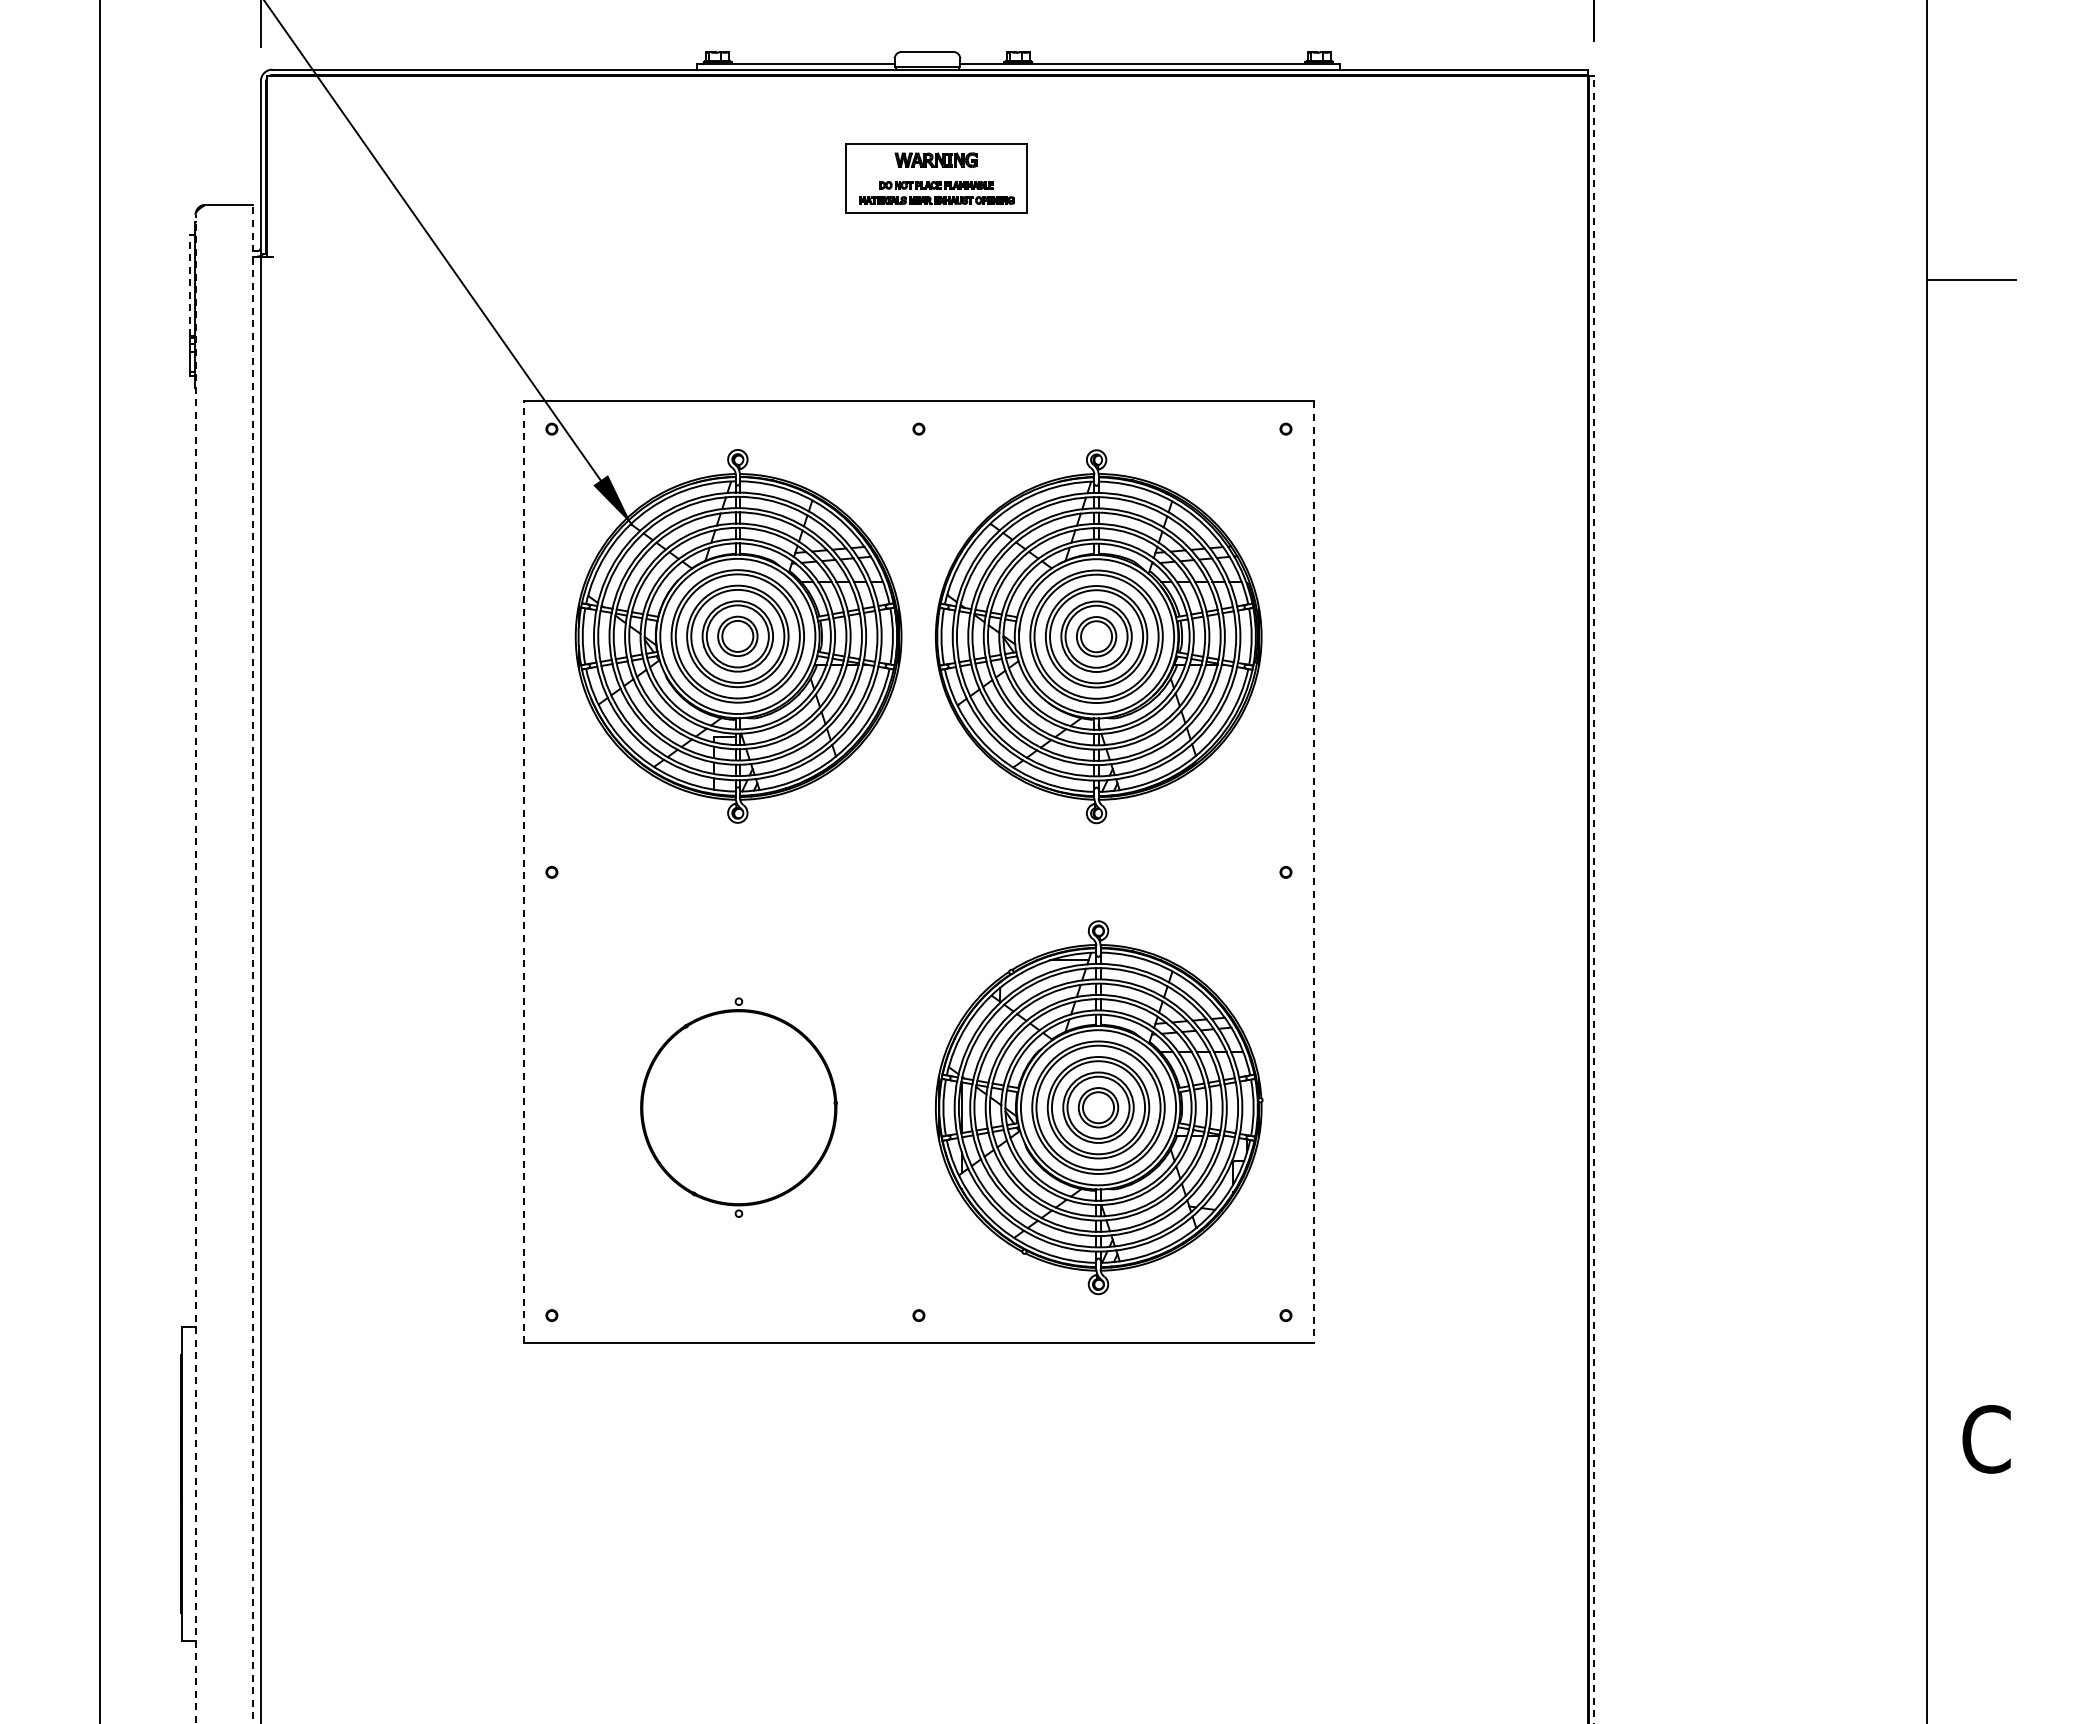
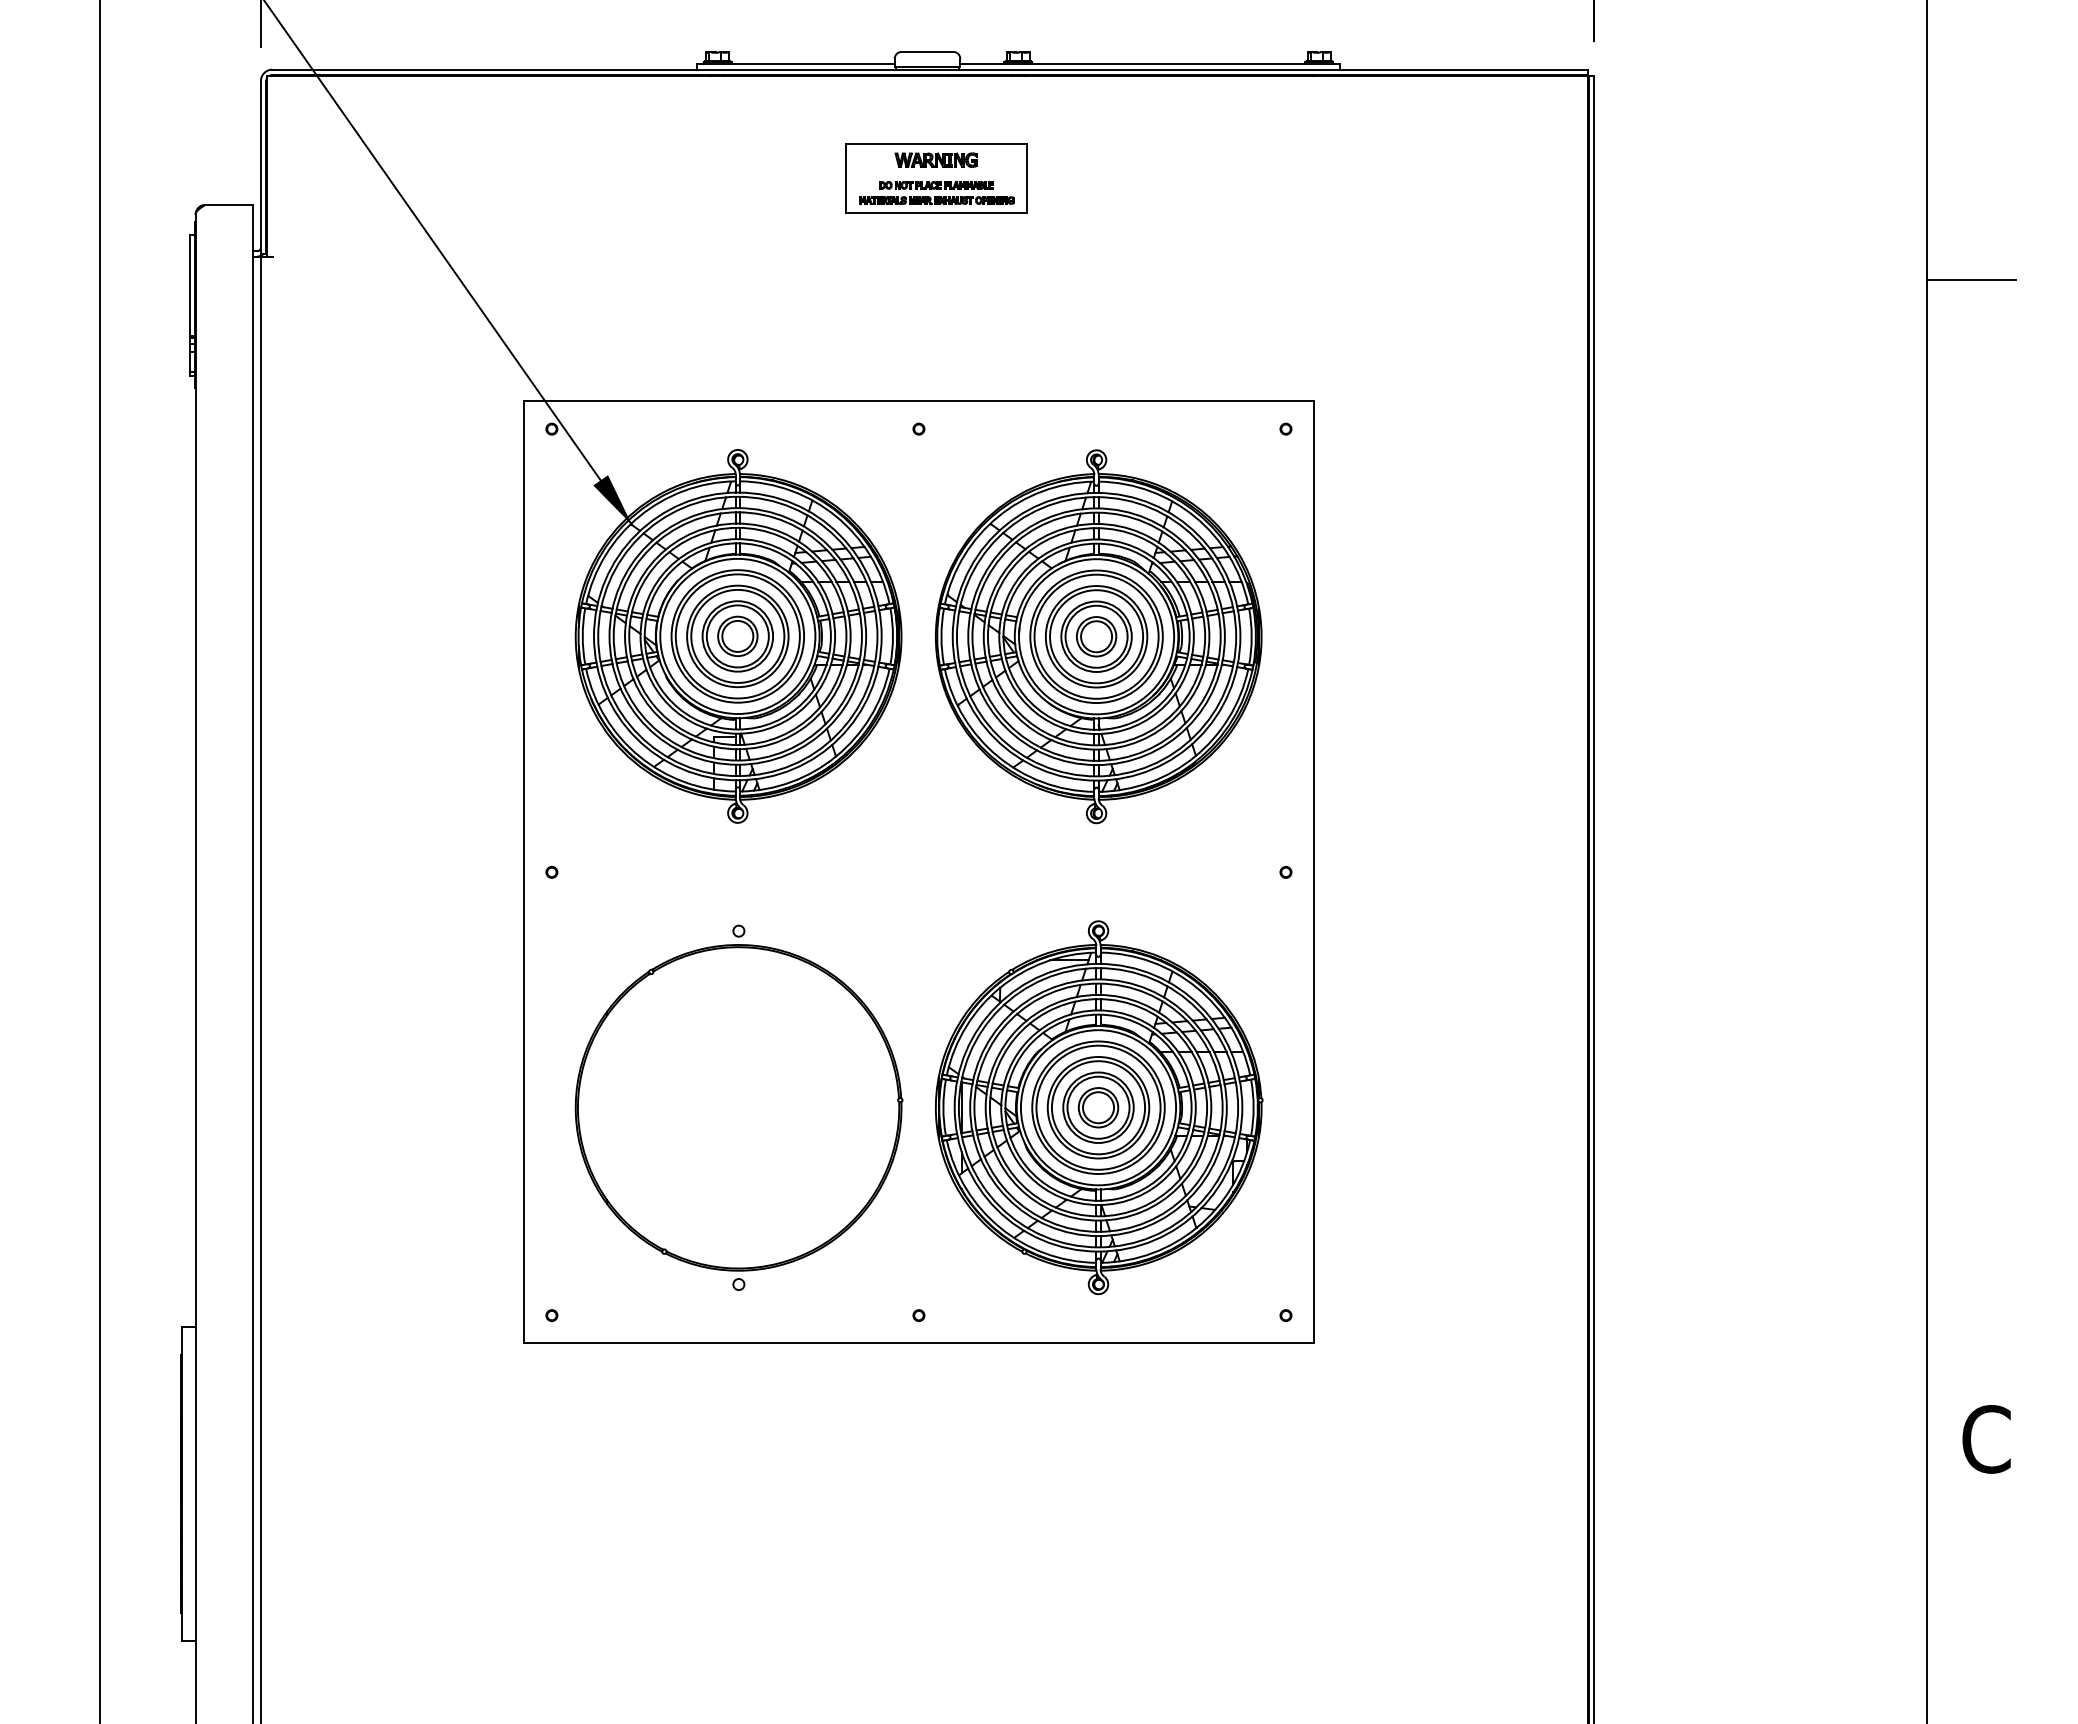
line at (189, 285): dashed -> solid
line at (524, 872): dashed -> solid
line at (1313, 872): dashed -> solid
line at (1594, 899): dashed -> solid
line at (252, 963): dashed -> solid
line at (195, 968): dashed -> solid
part at (738, 1107) size: 198x221 px -> 330x367 px
